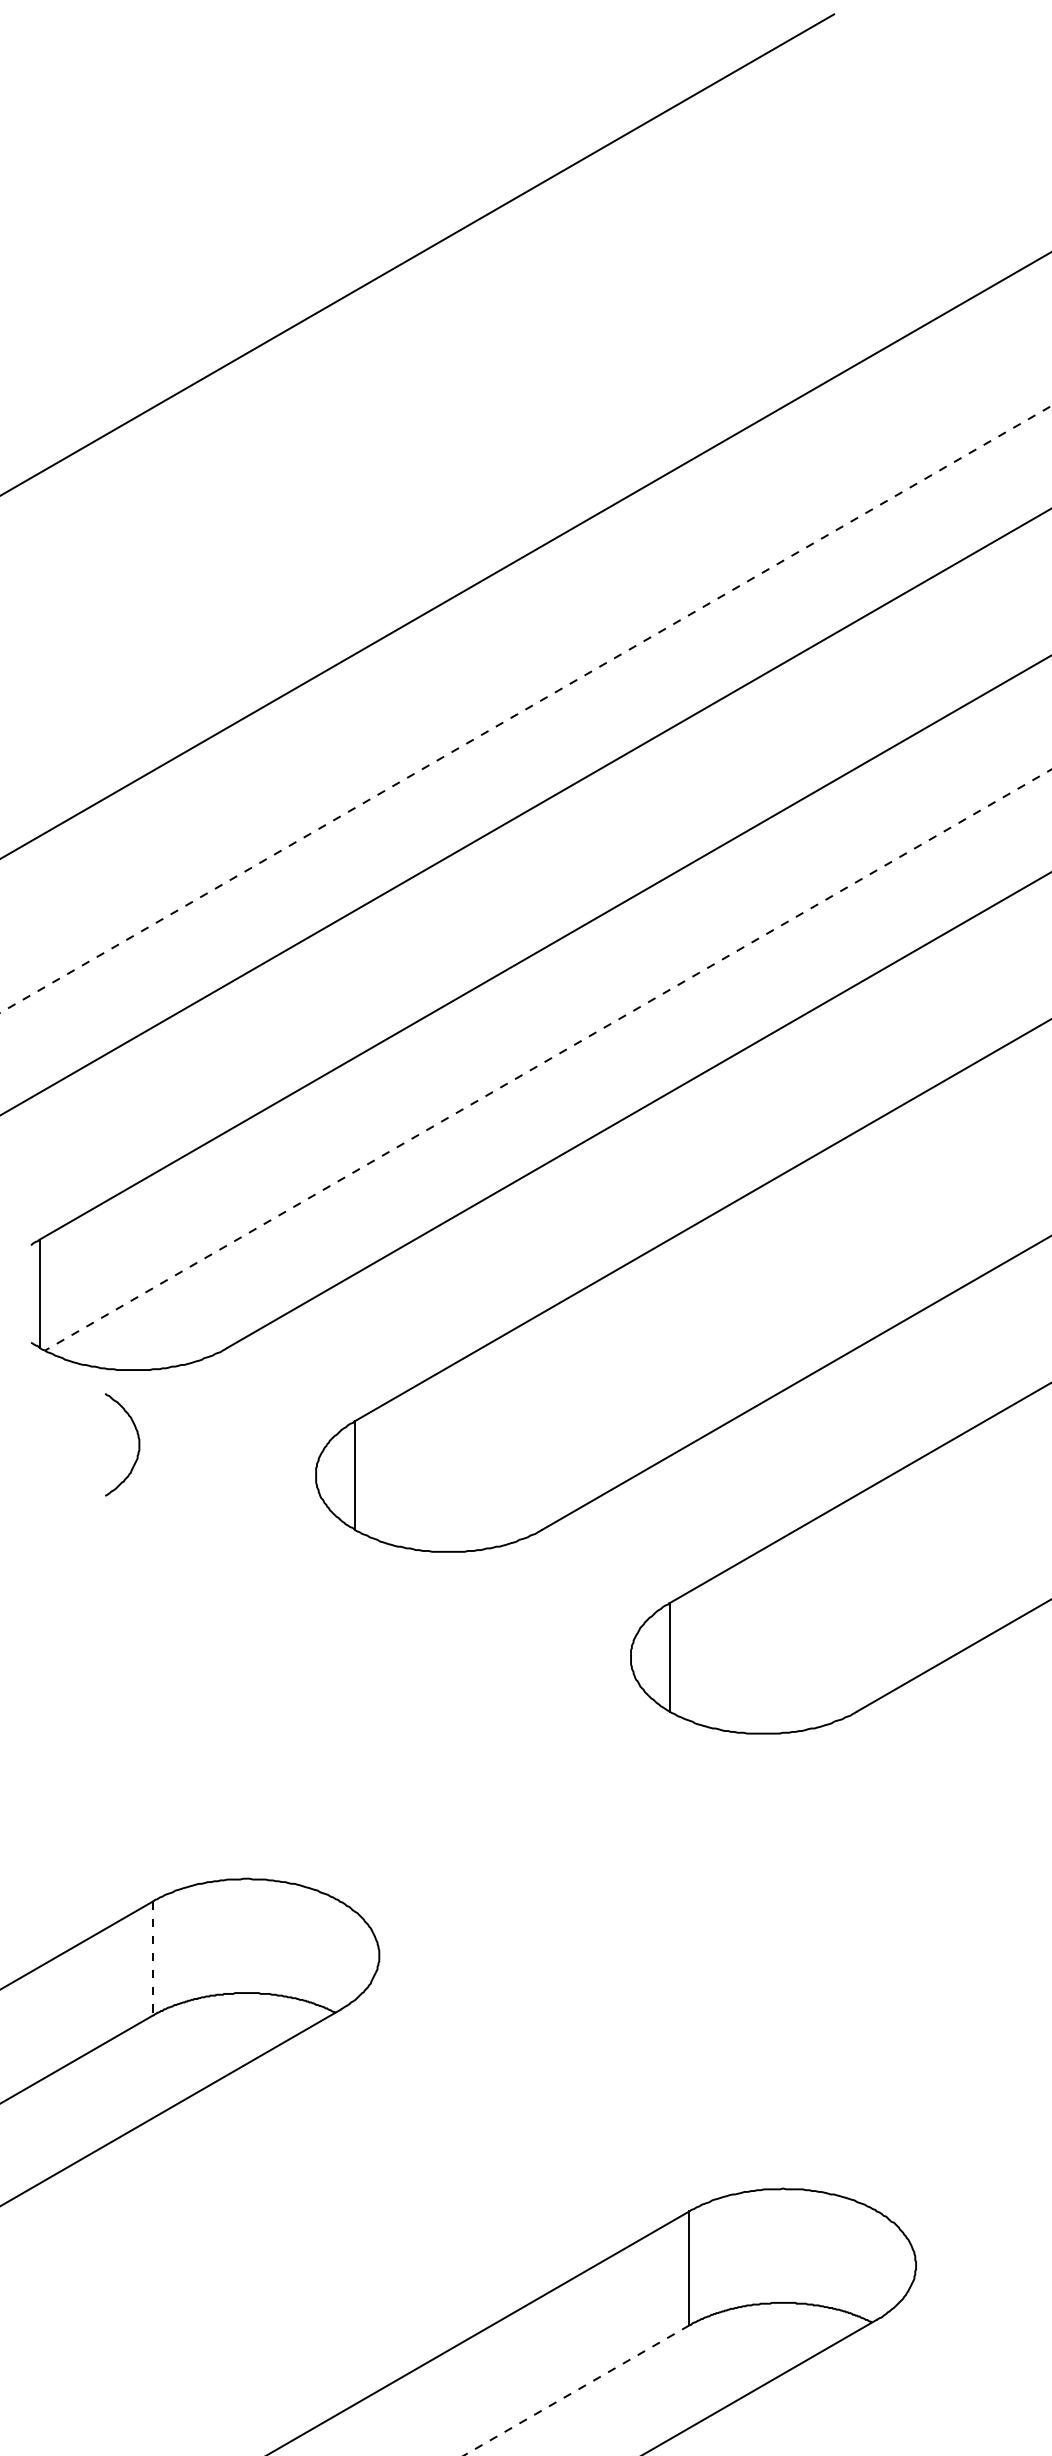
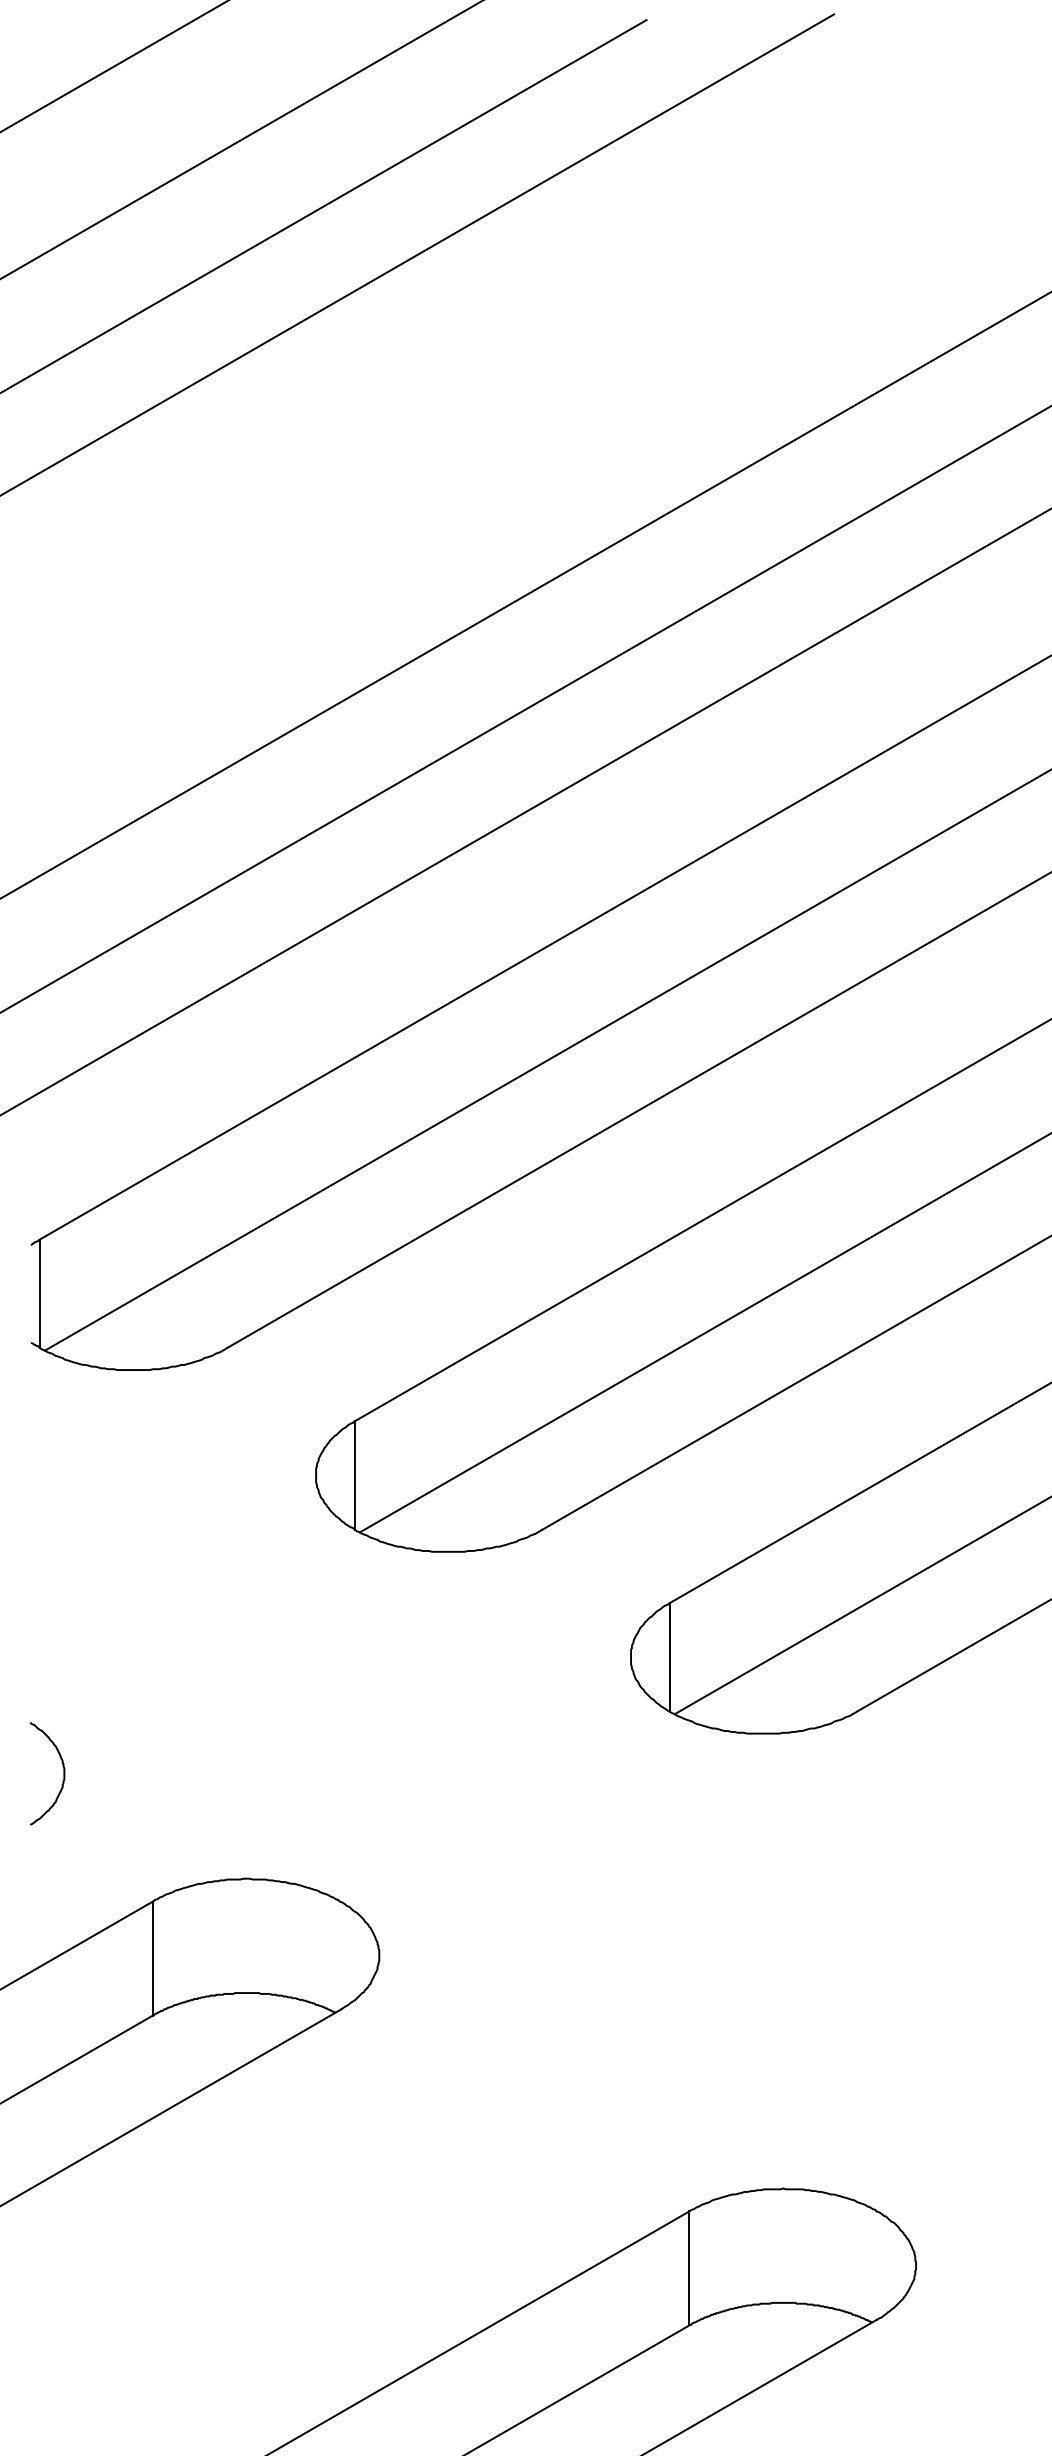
line at (113, 66): none -> present
line at (241, 139): none -> present
line at (324, 205): none -> present
line at (525, 555) position: (525, 555) -> (525, 595)
line at (525, 709): dashed -> solid
line at (548, 1060): dashed -> solid
line at (703, 1333): none -> present
curve at (138, 1444) position: (138, 1444) -> (63, 1773)
line at (861, 1606): none -> present
line at (152, 1959): dashed -> solid
line at (575, 2390): dashed -> solid
